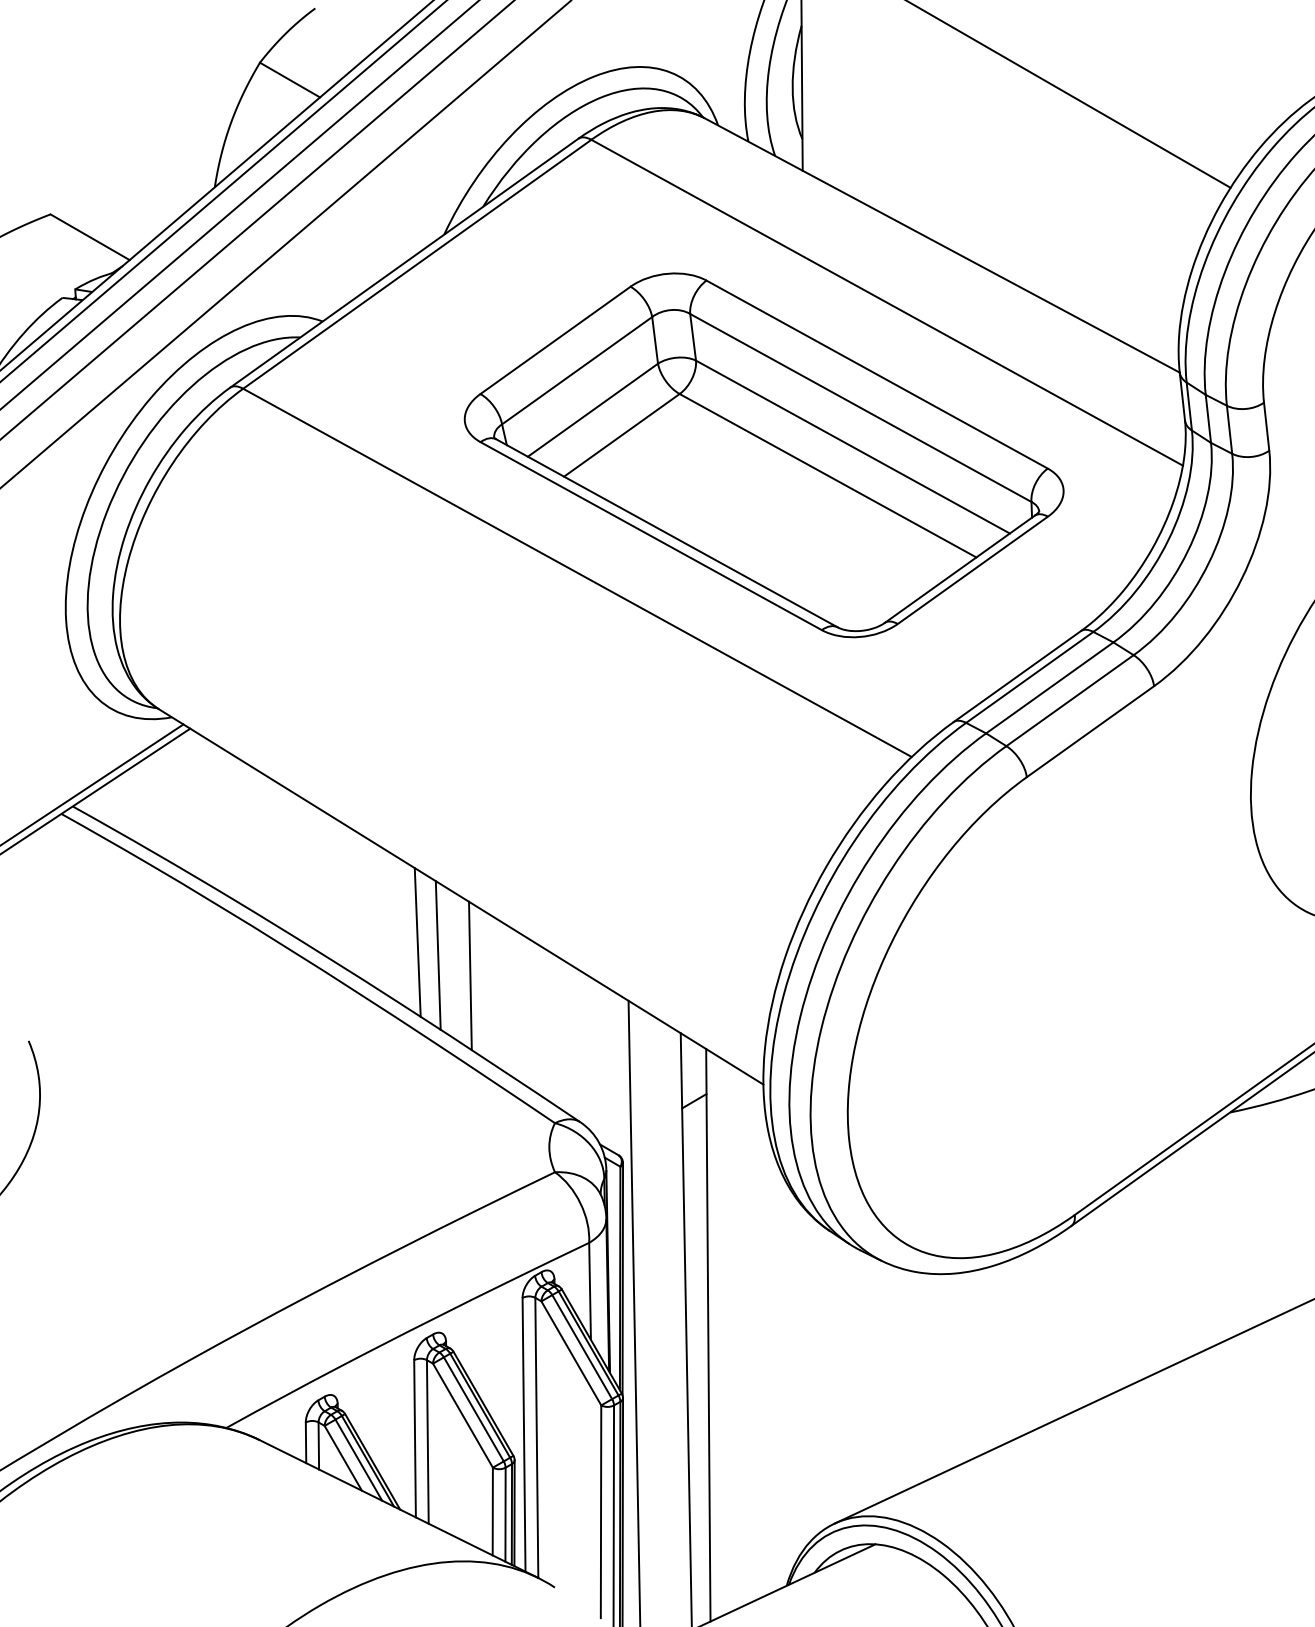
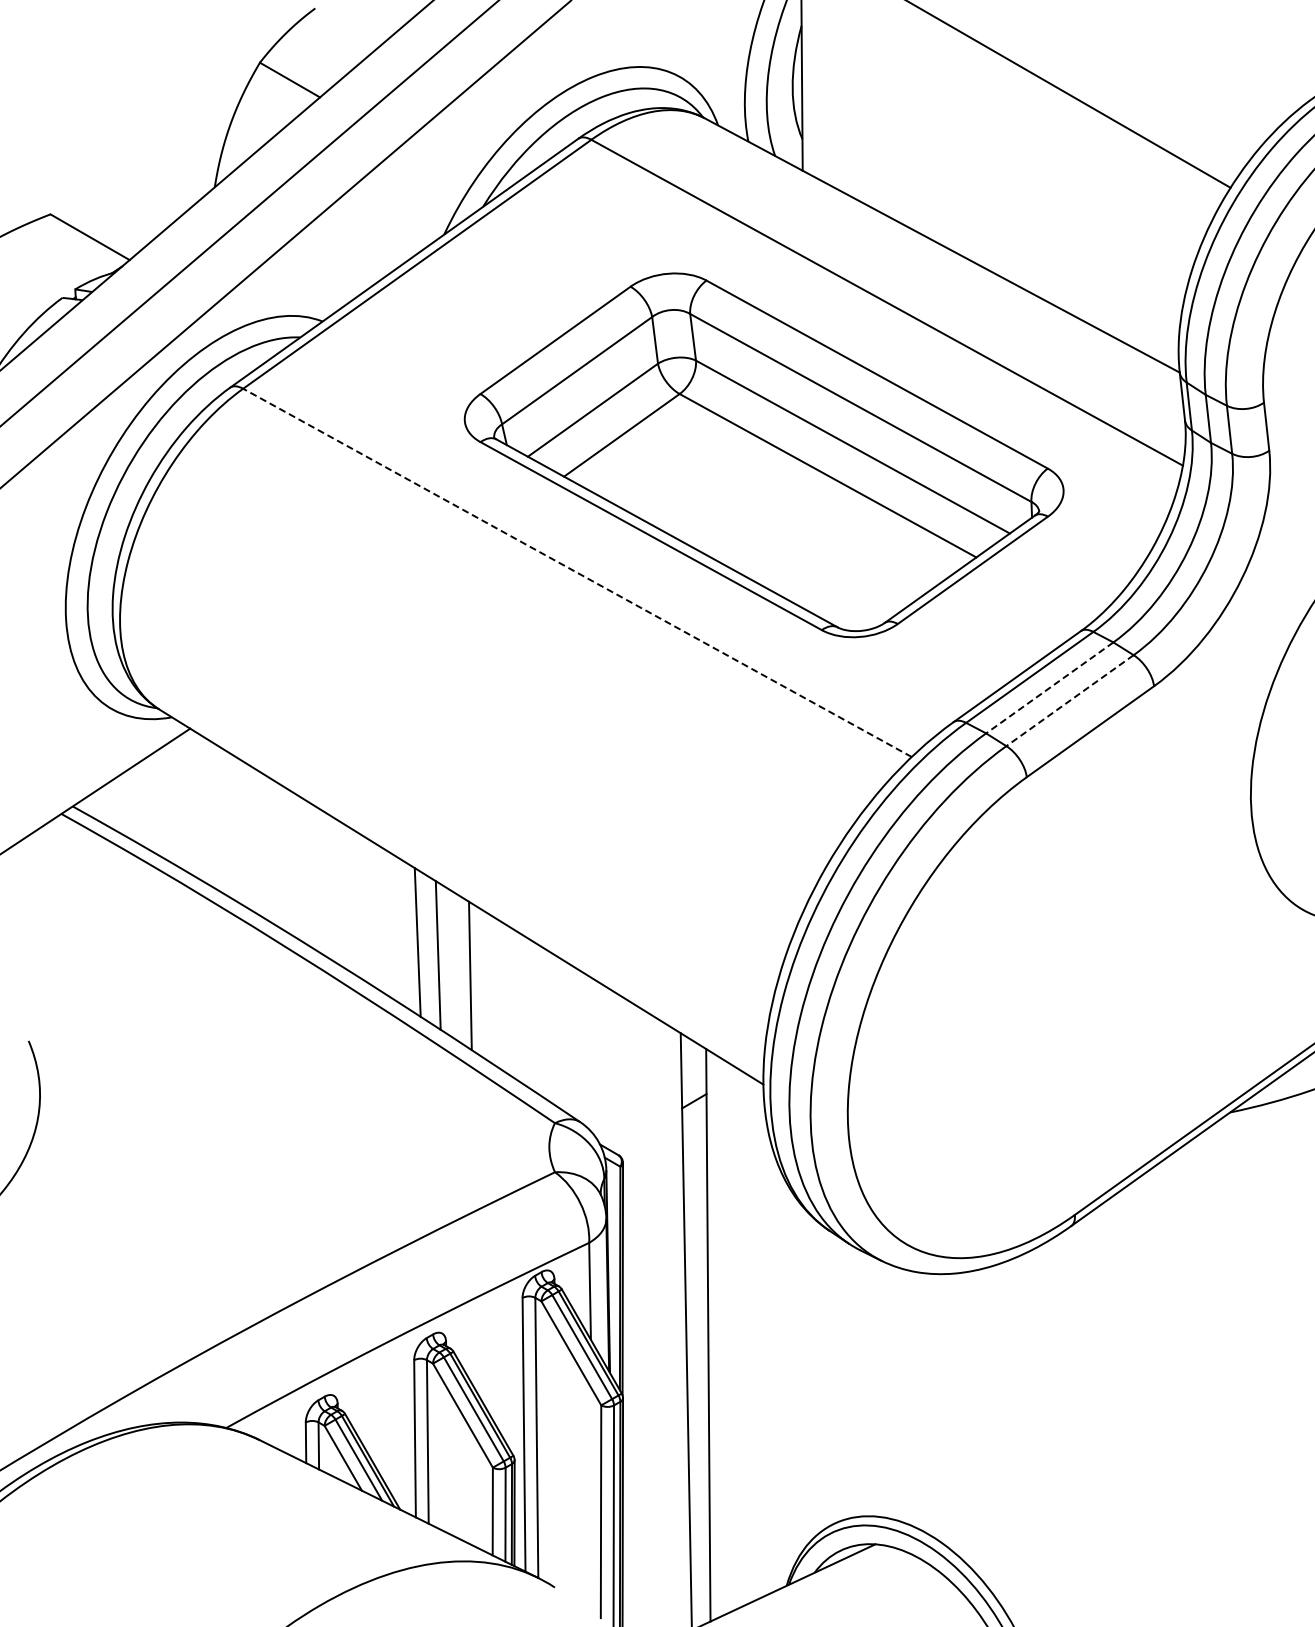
line at (223, 191): present -> none
line at (239, 204) position: (239, 204) -> (249, 213)
line at (257, 220): present -> none
line at (577, 572): solid -> dashed
line at (1049, 688): solid -> dashed
line at (1069, 700): solid -> dashed
line at (92, 784): present -> none
line at (634, 1311): present -> none
line at (1072, 1411): present -> none
